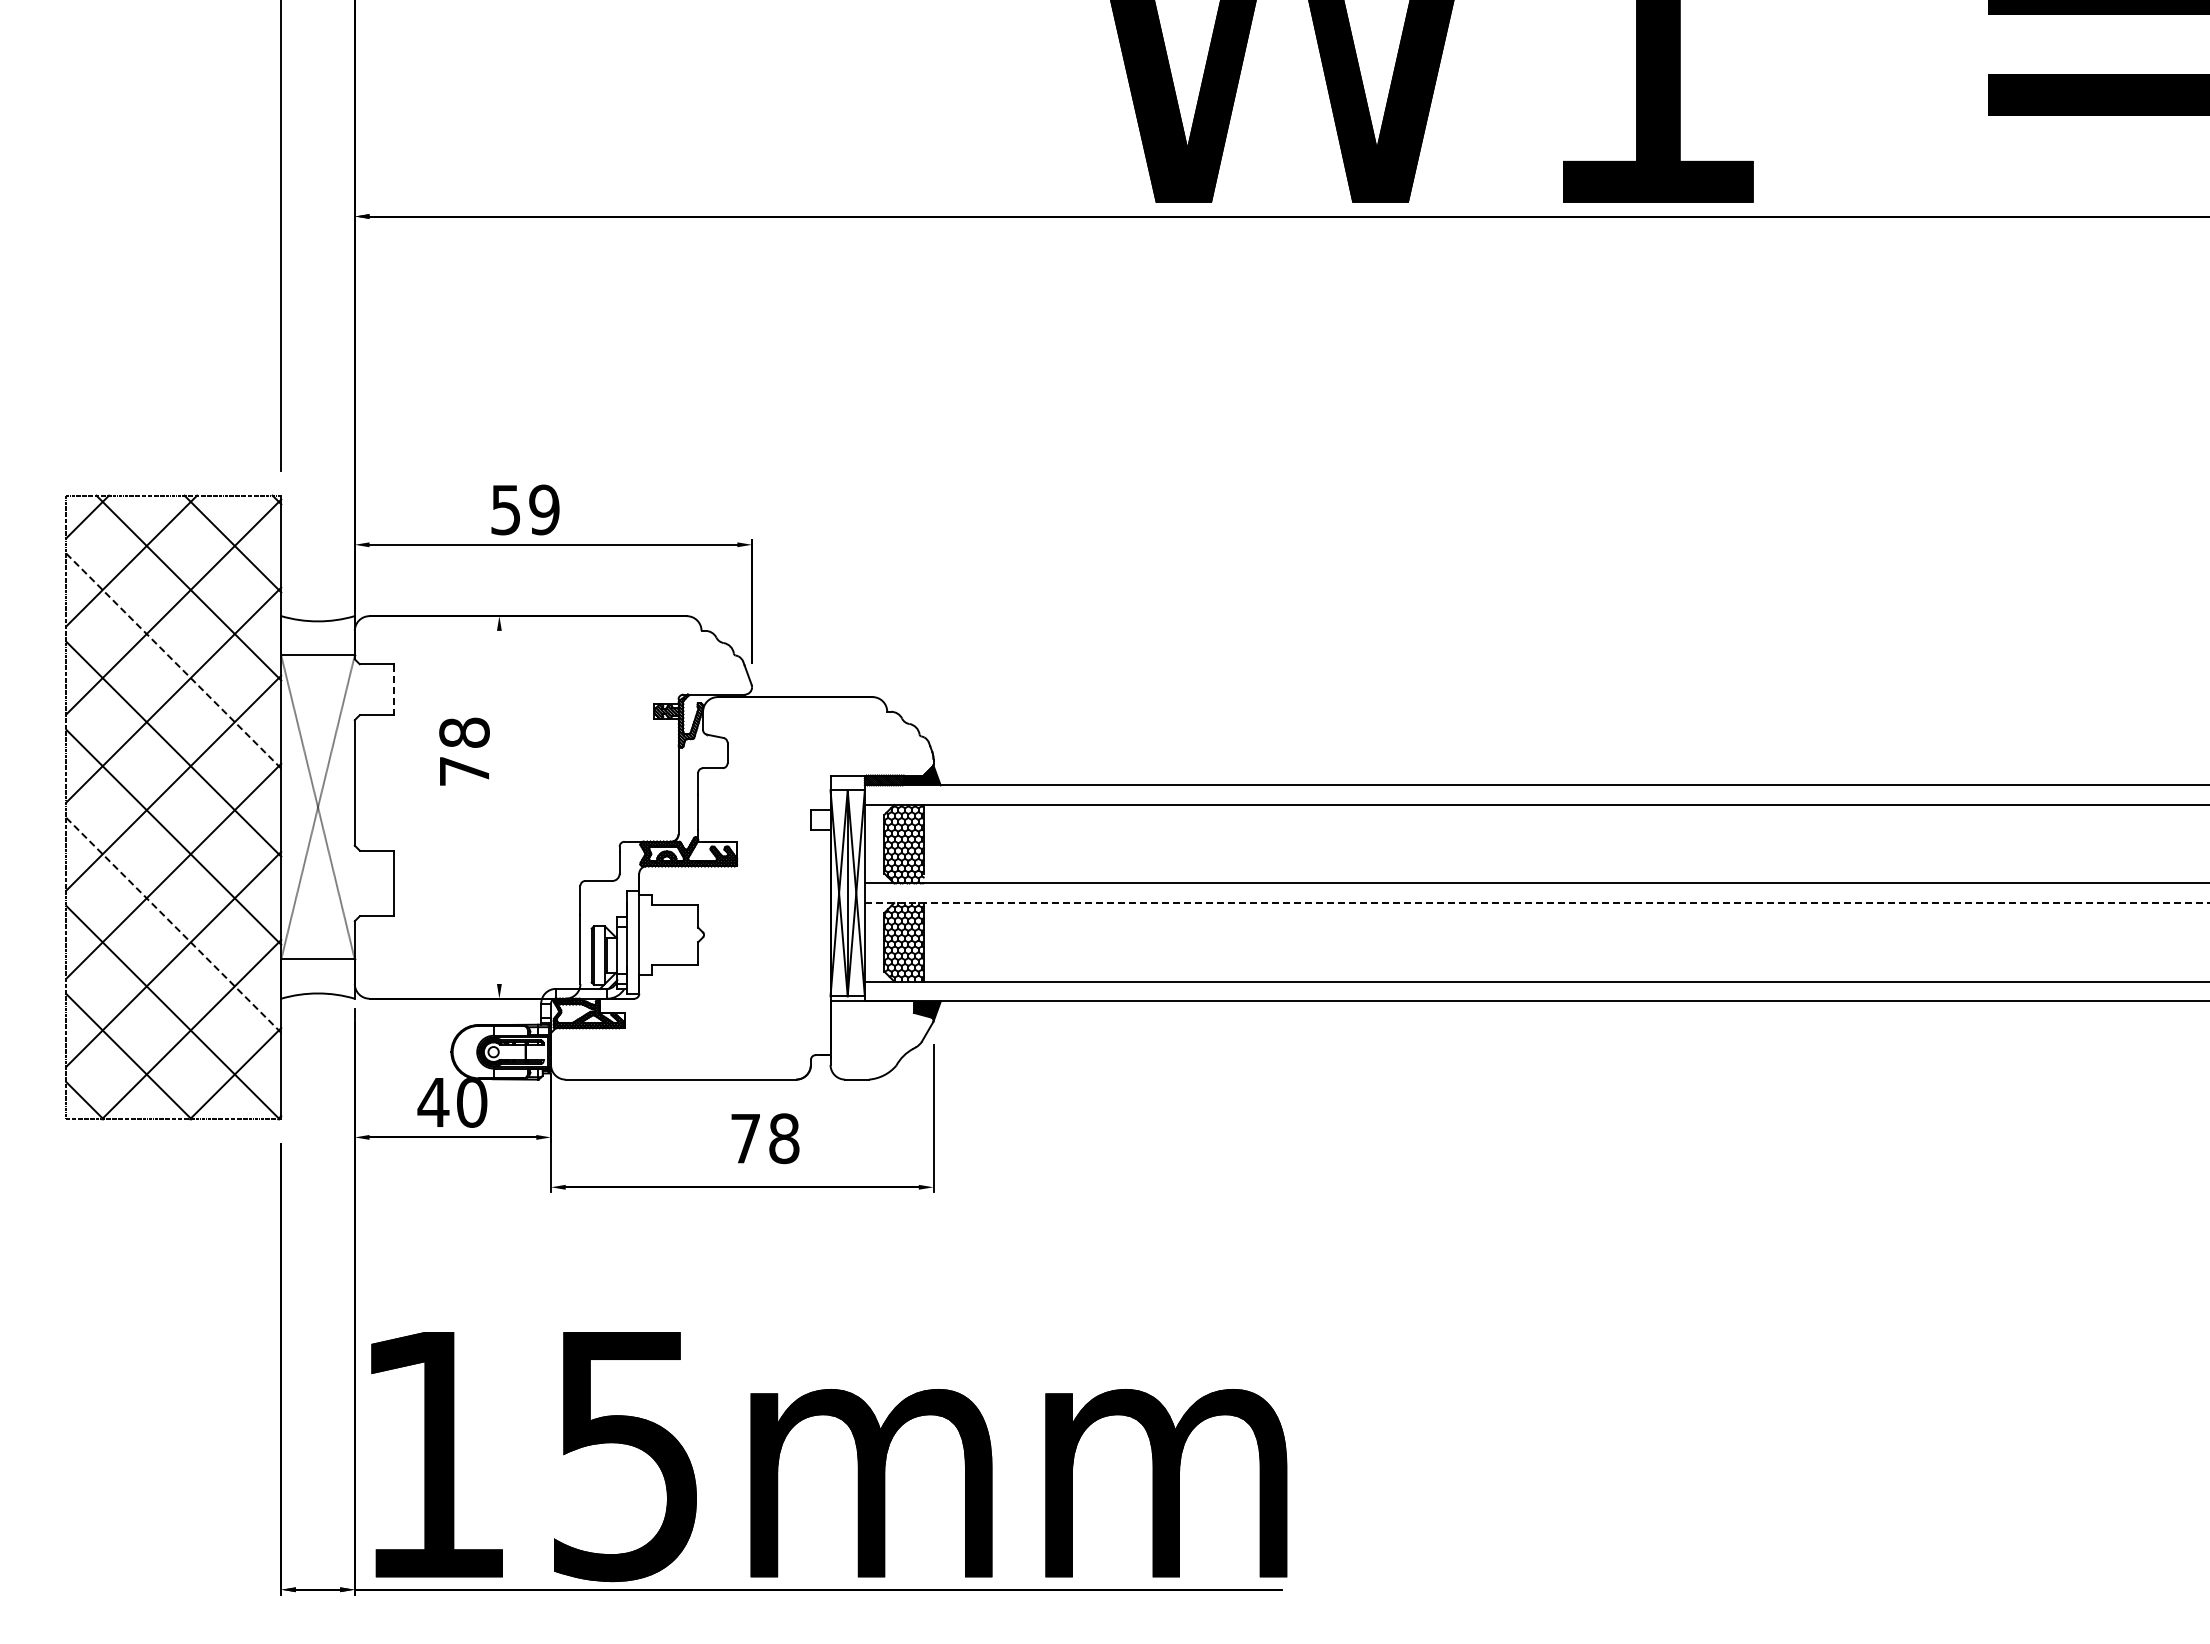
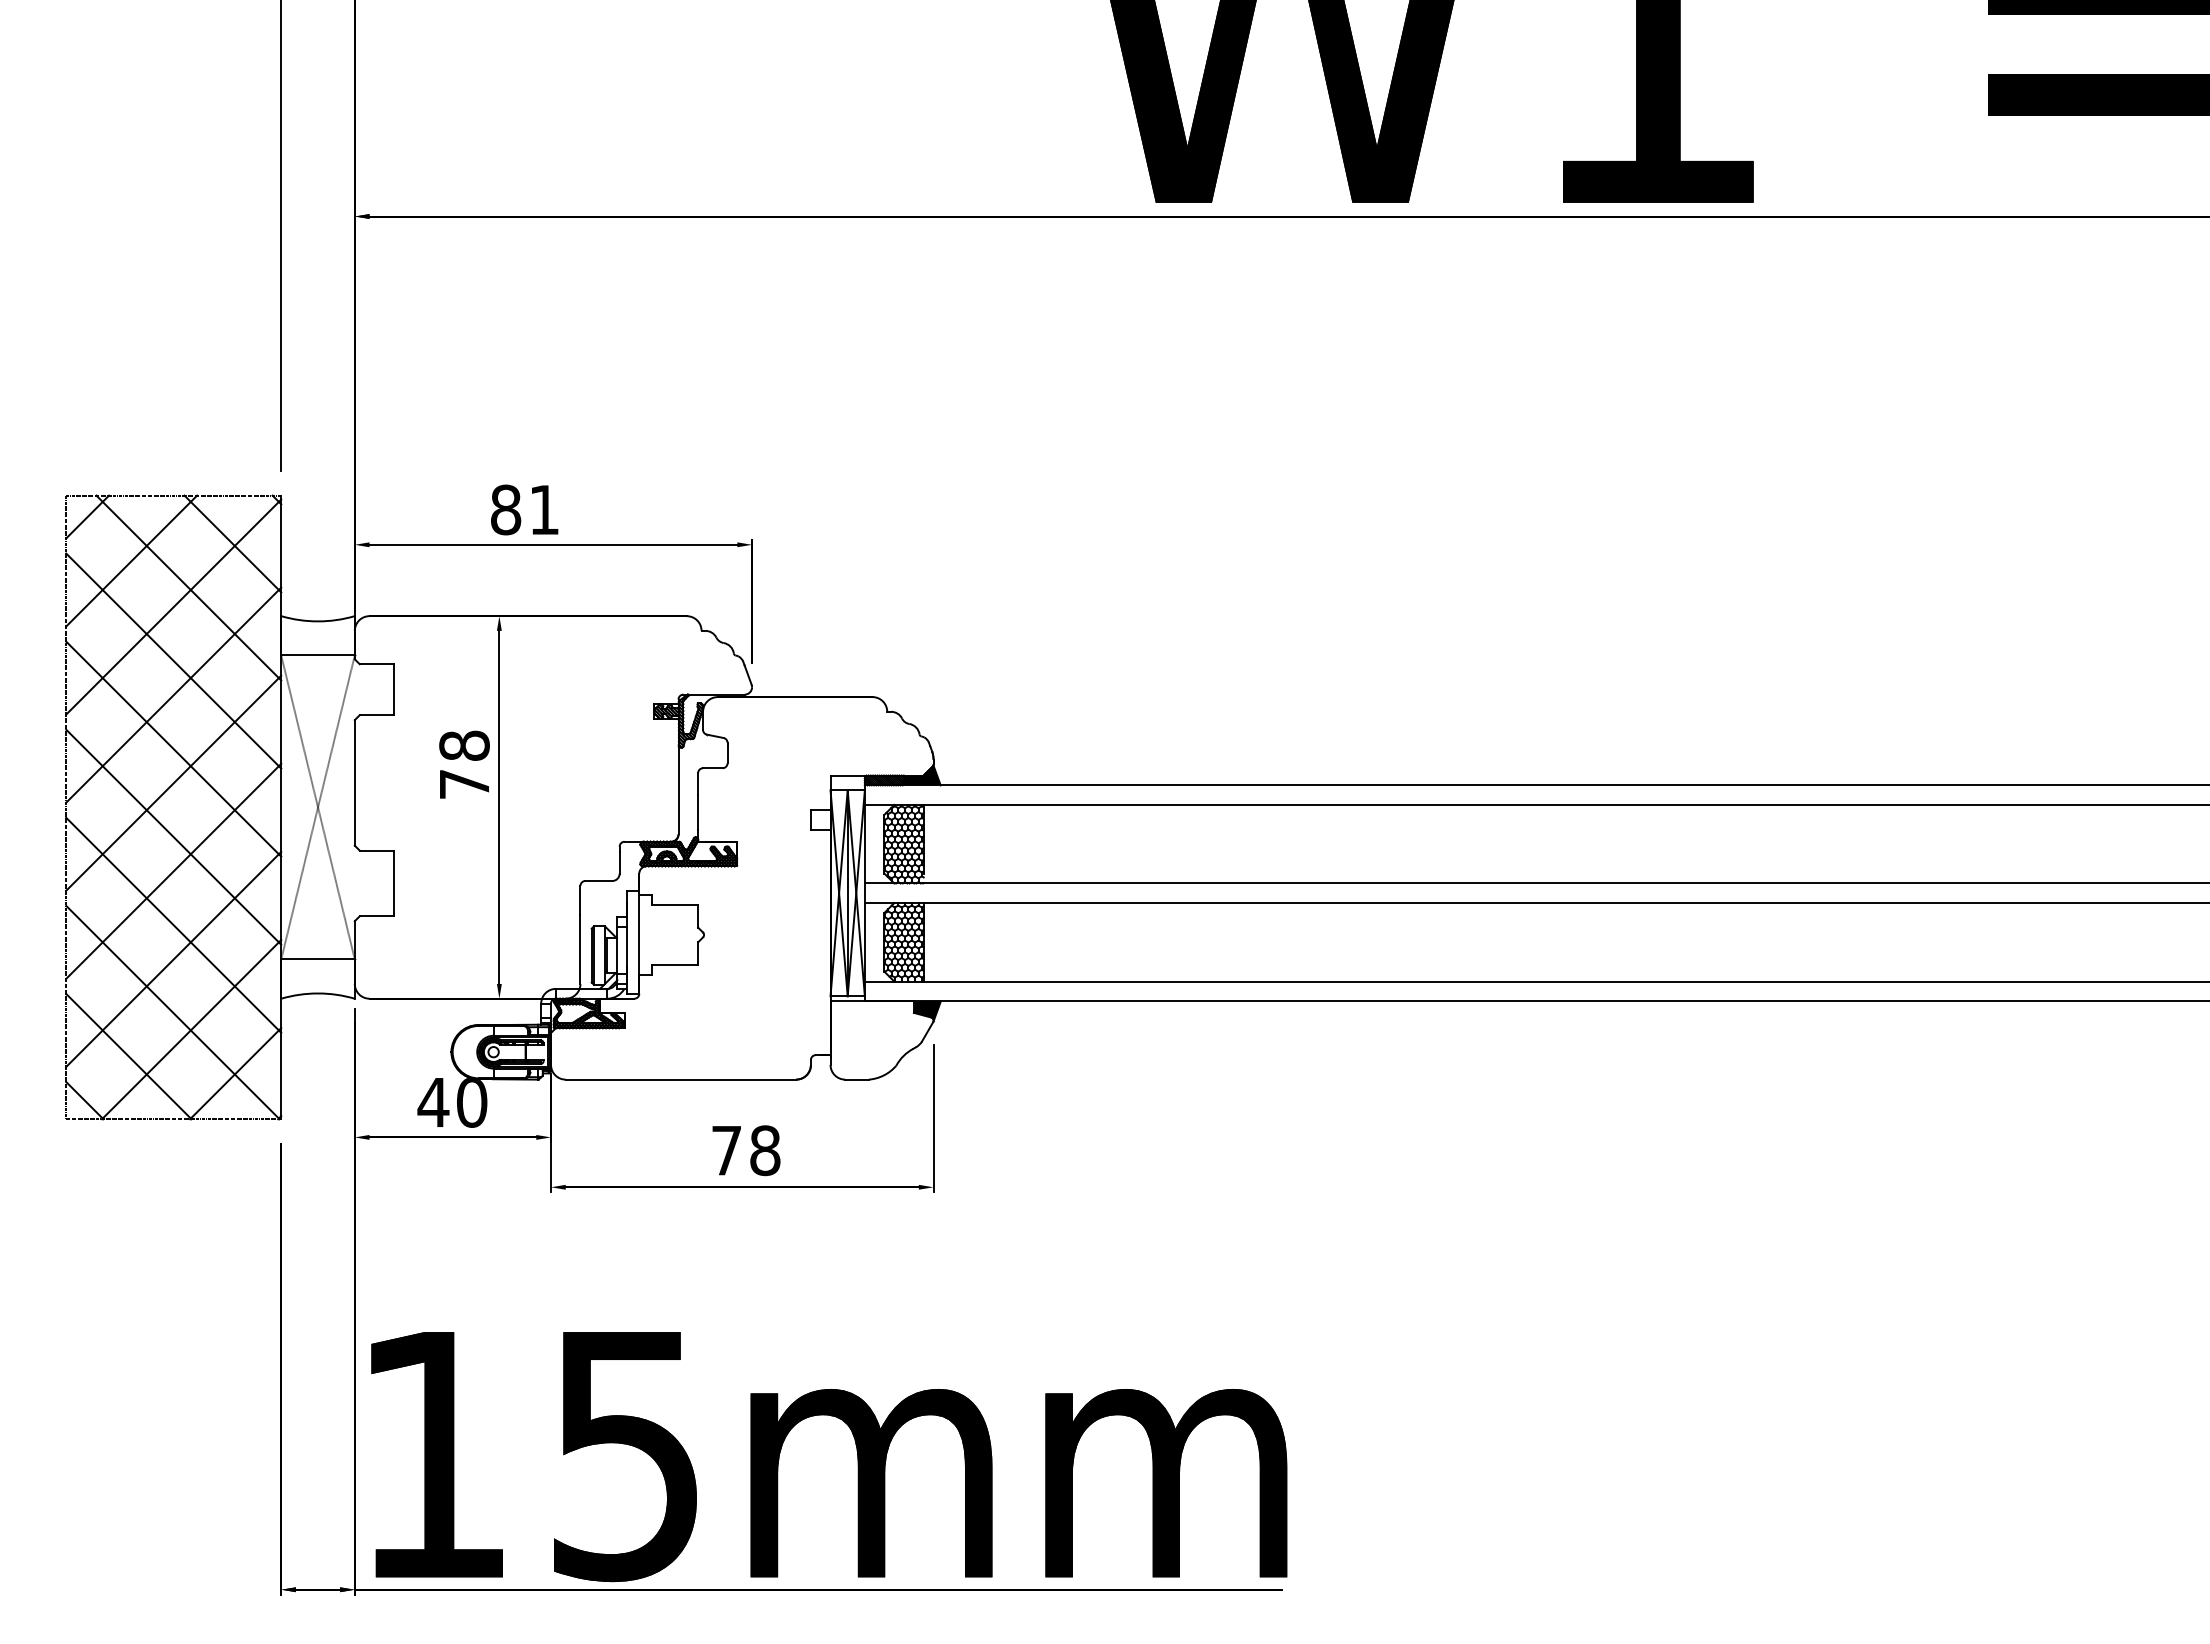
text at (525, 509): 59 -> 81
line at (173, 661): dashed -> solid
line at (394, 689): dashed -> solid
text at (464, 751) position: (464, 751) -> (464, 764)
line at (499, 807): none -> present
line at (1537, 903): dashed -> solid
line at (173, 925): dashed -> solid
text at (765, 1138) position: (765, 1138) -> (746, 1150)
